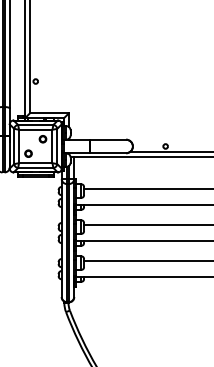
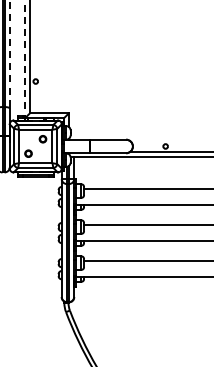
line at (9, 54): solid -> dashed
line at (25, 58): solid -> dashed
